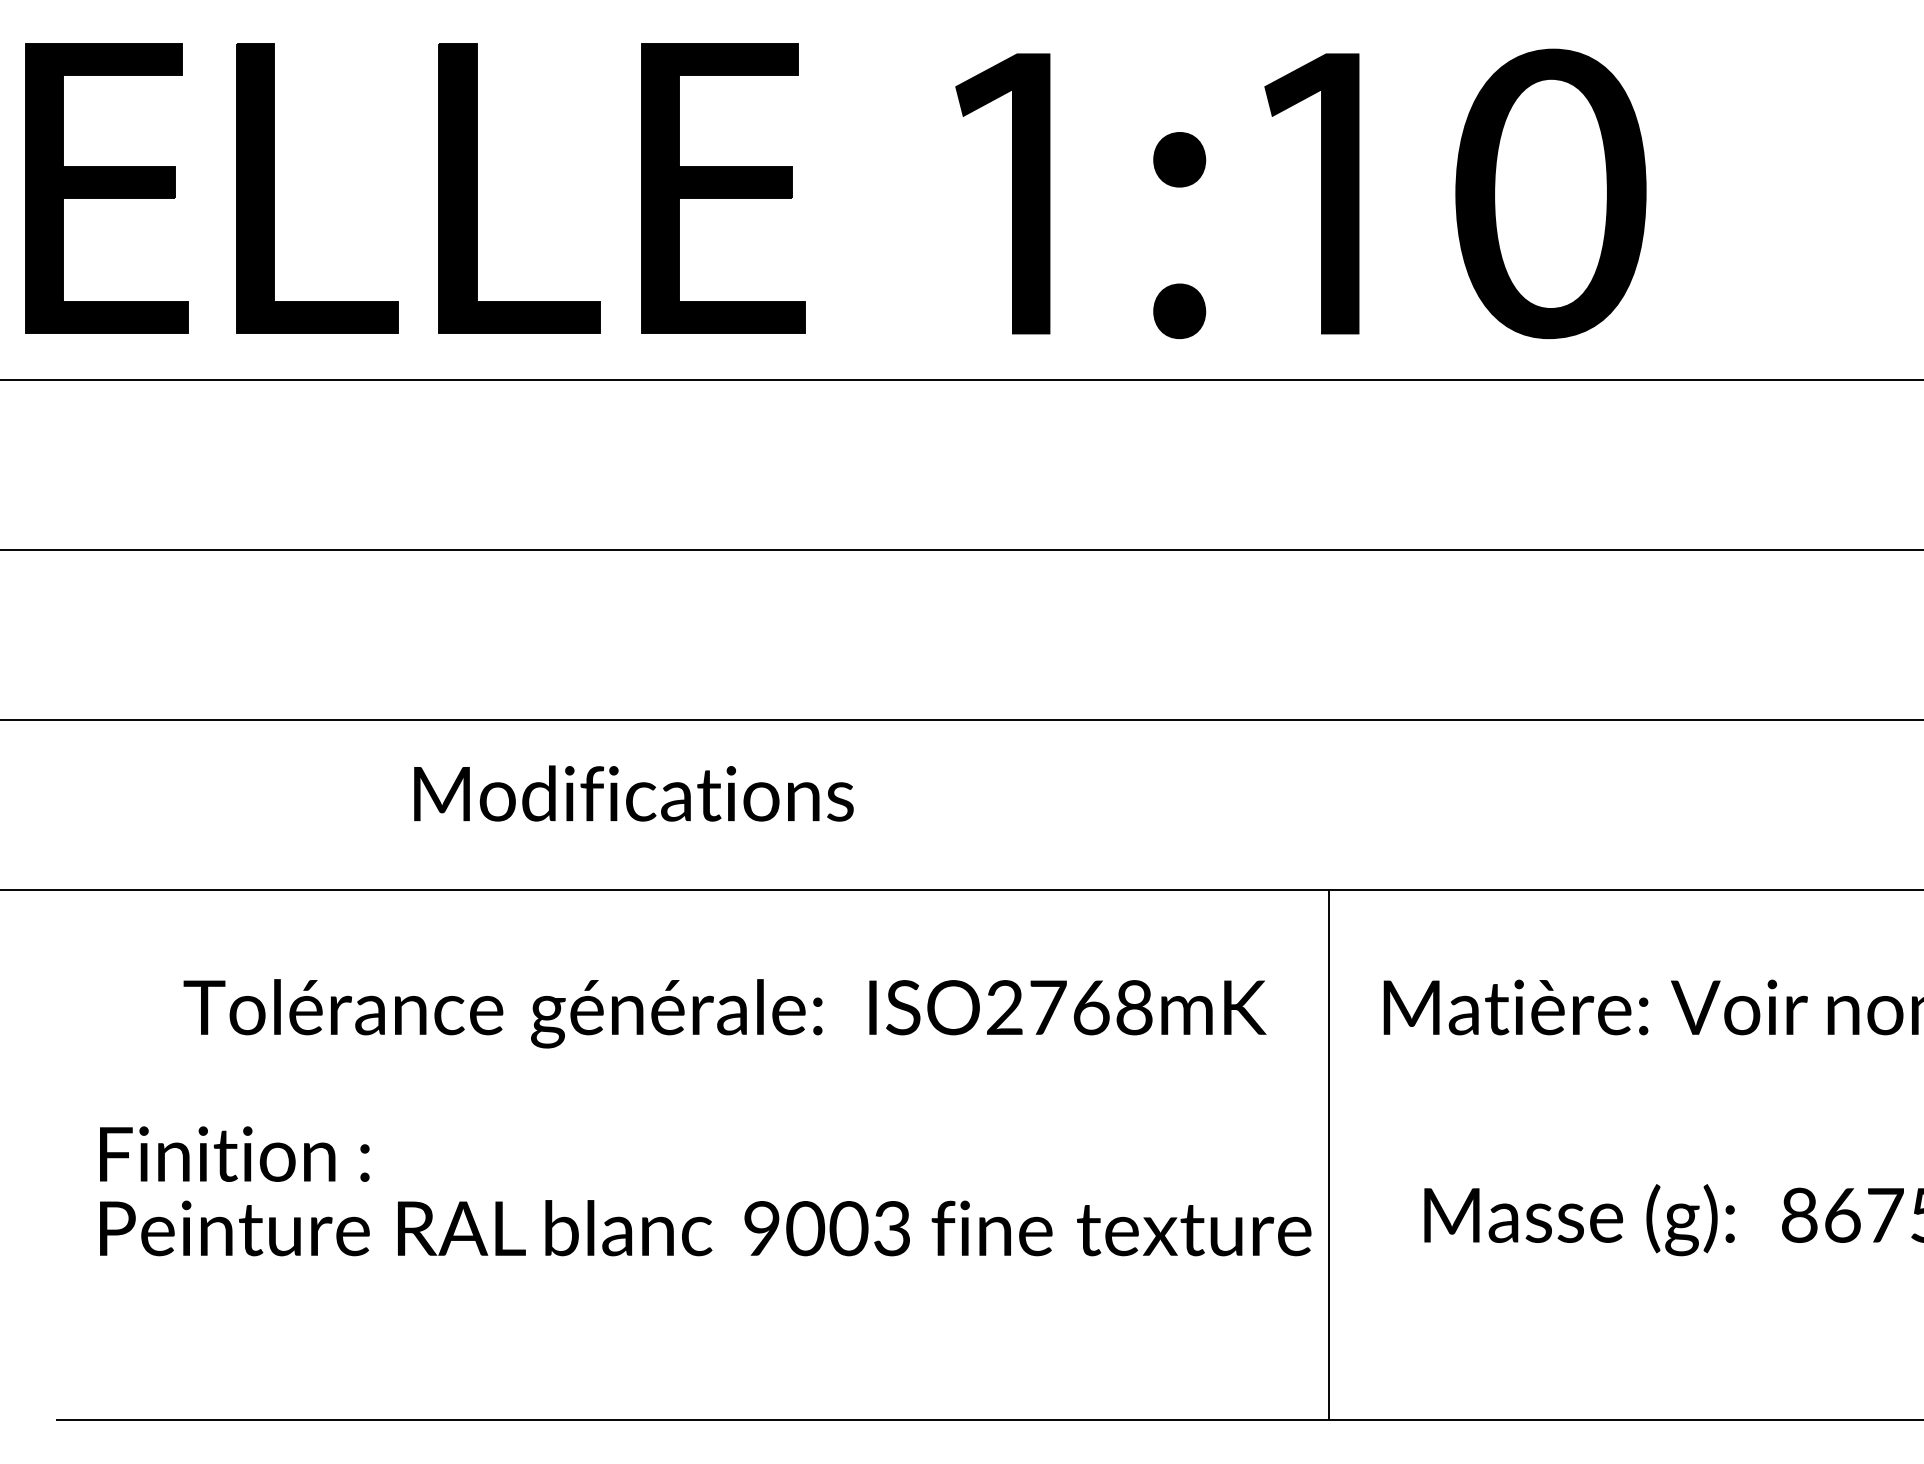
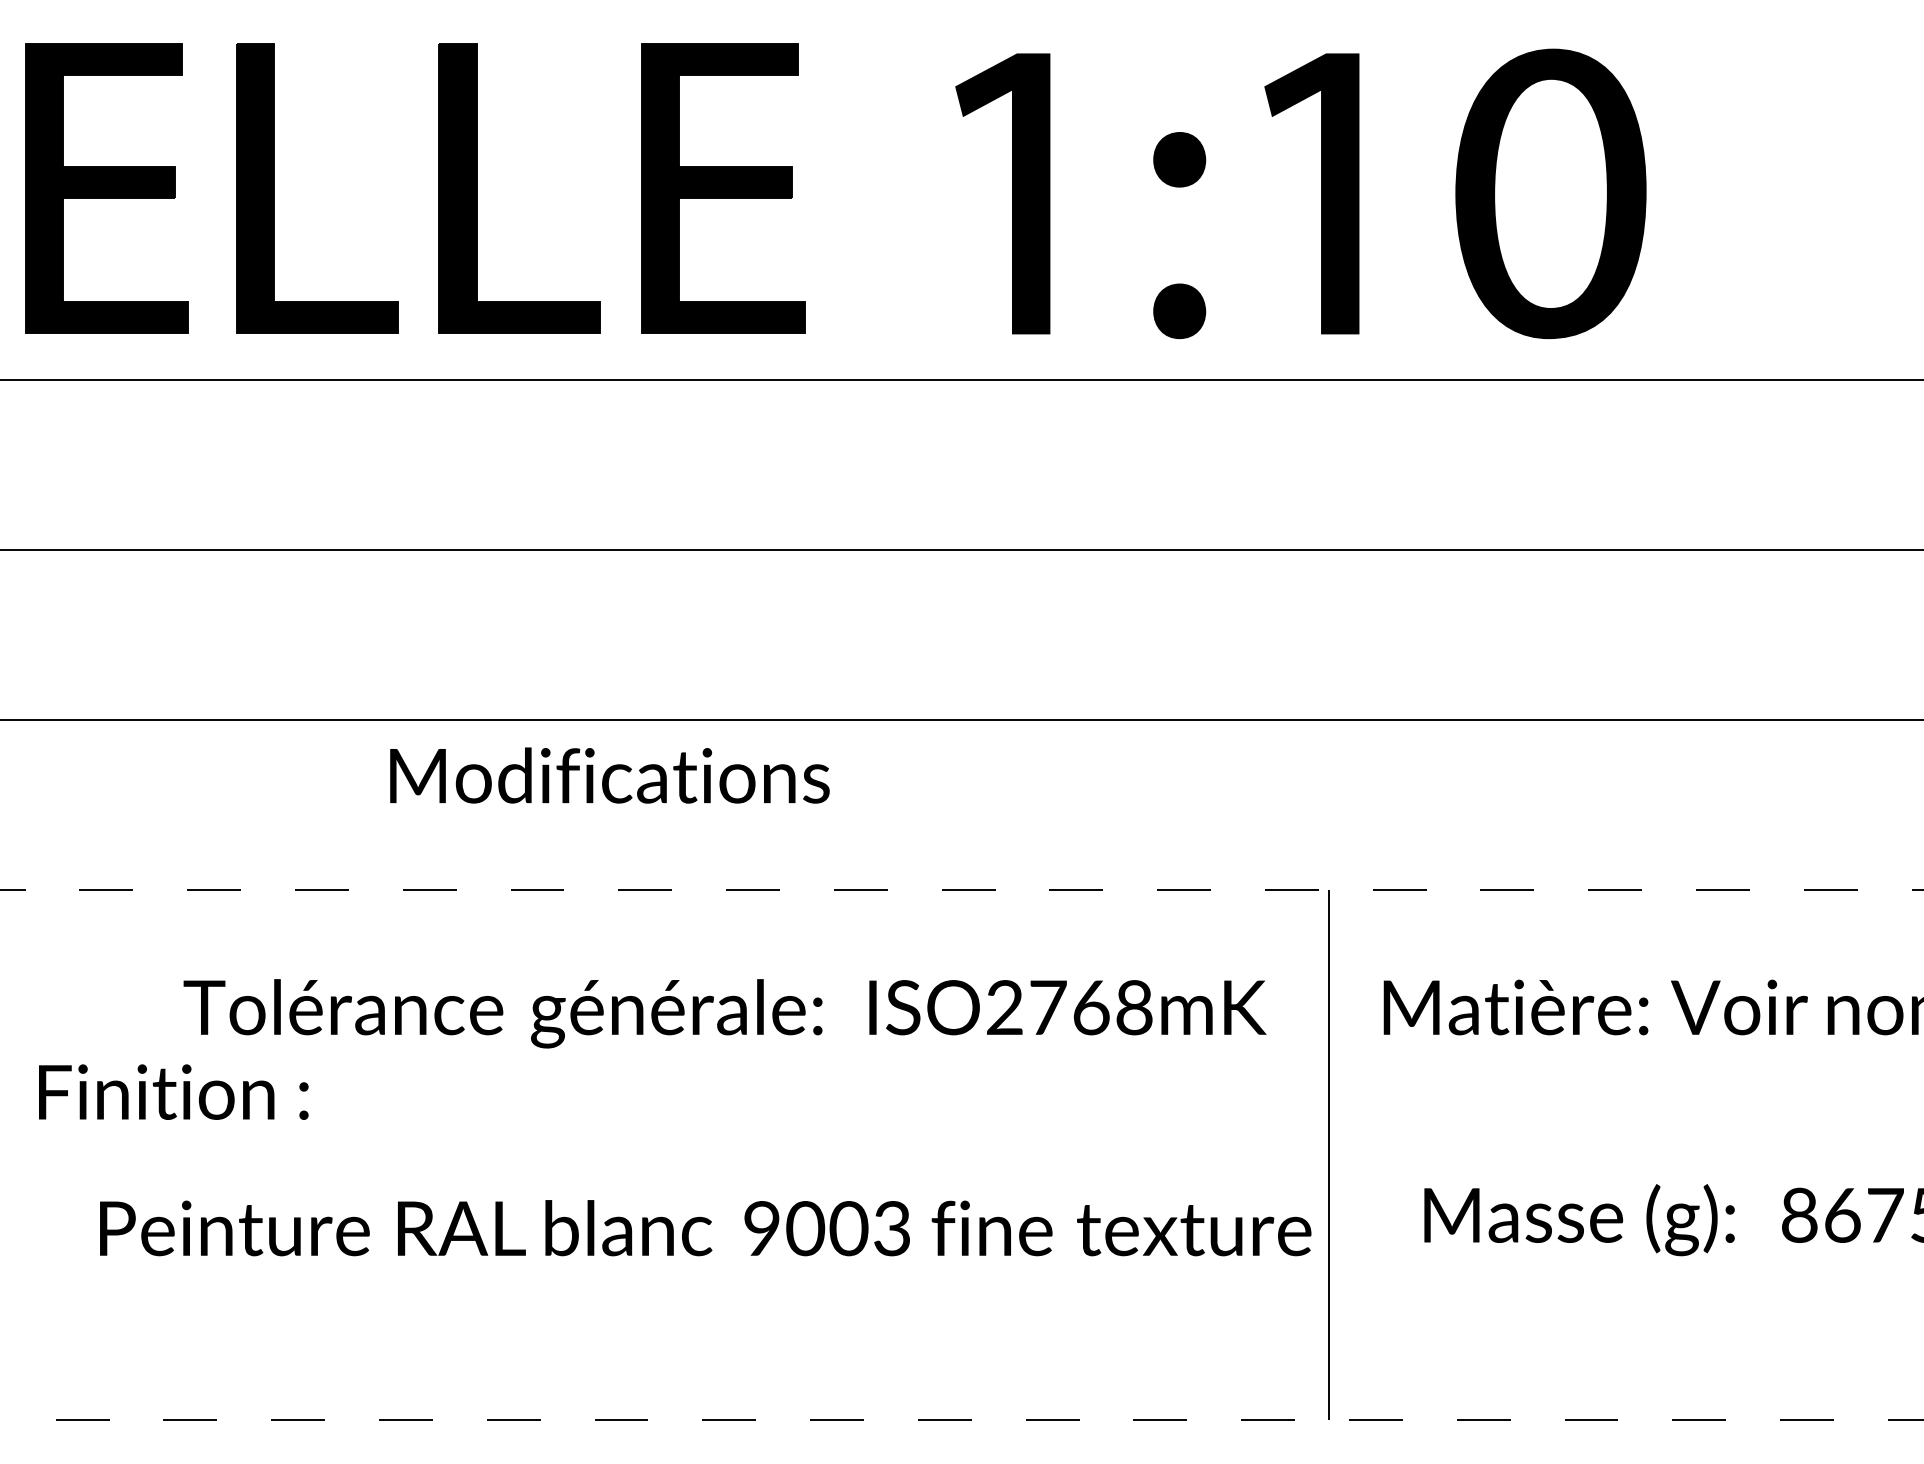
text at (633, 793) position: (633, 793) -> (609, 775)
line at (961, 889): solid -> dashed
text at (234, 1153) position: (234, 1153) -> (173, 1091)
line at (989, 1419): solid -> dashed
